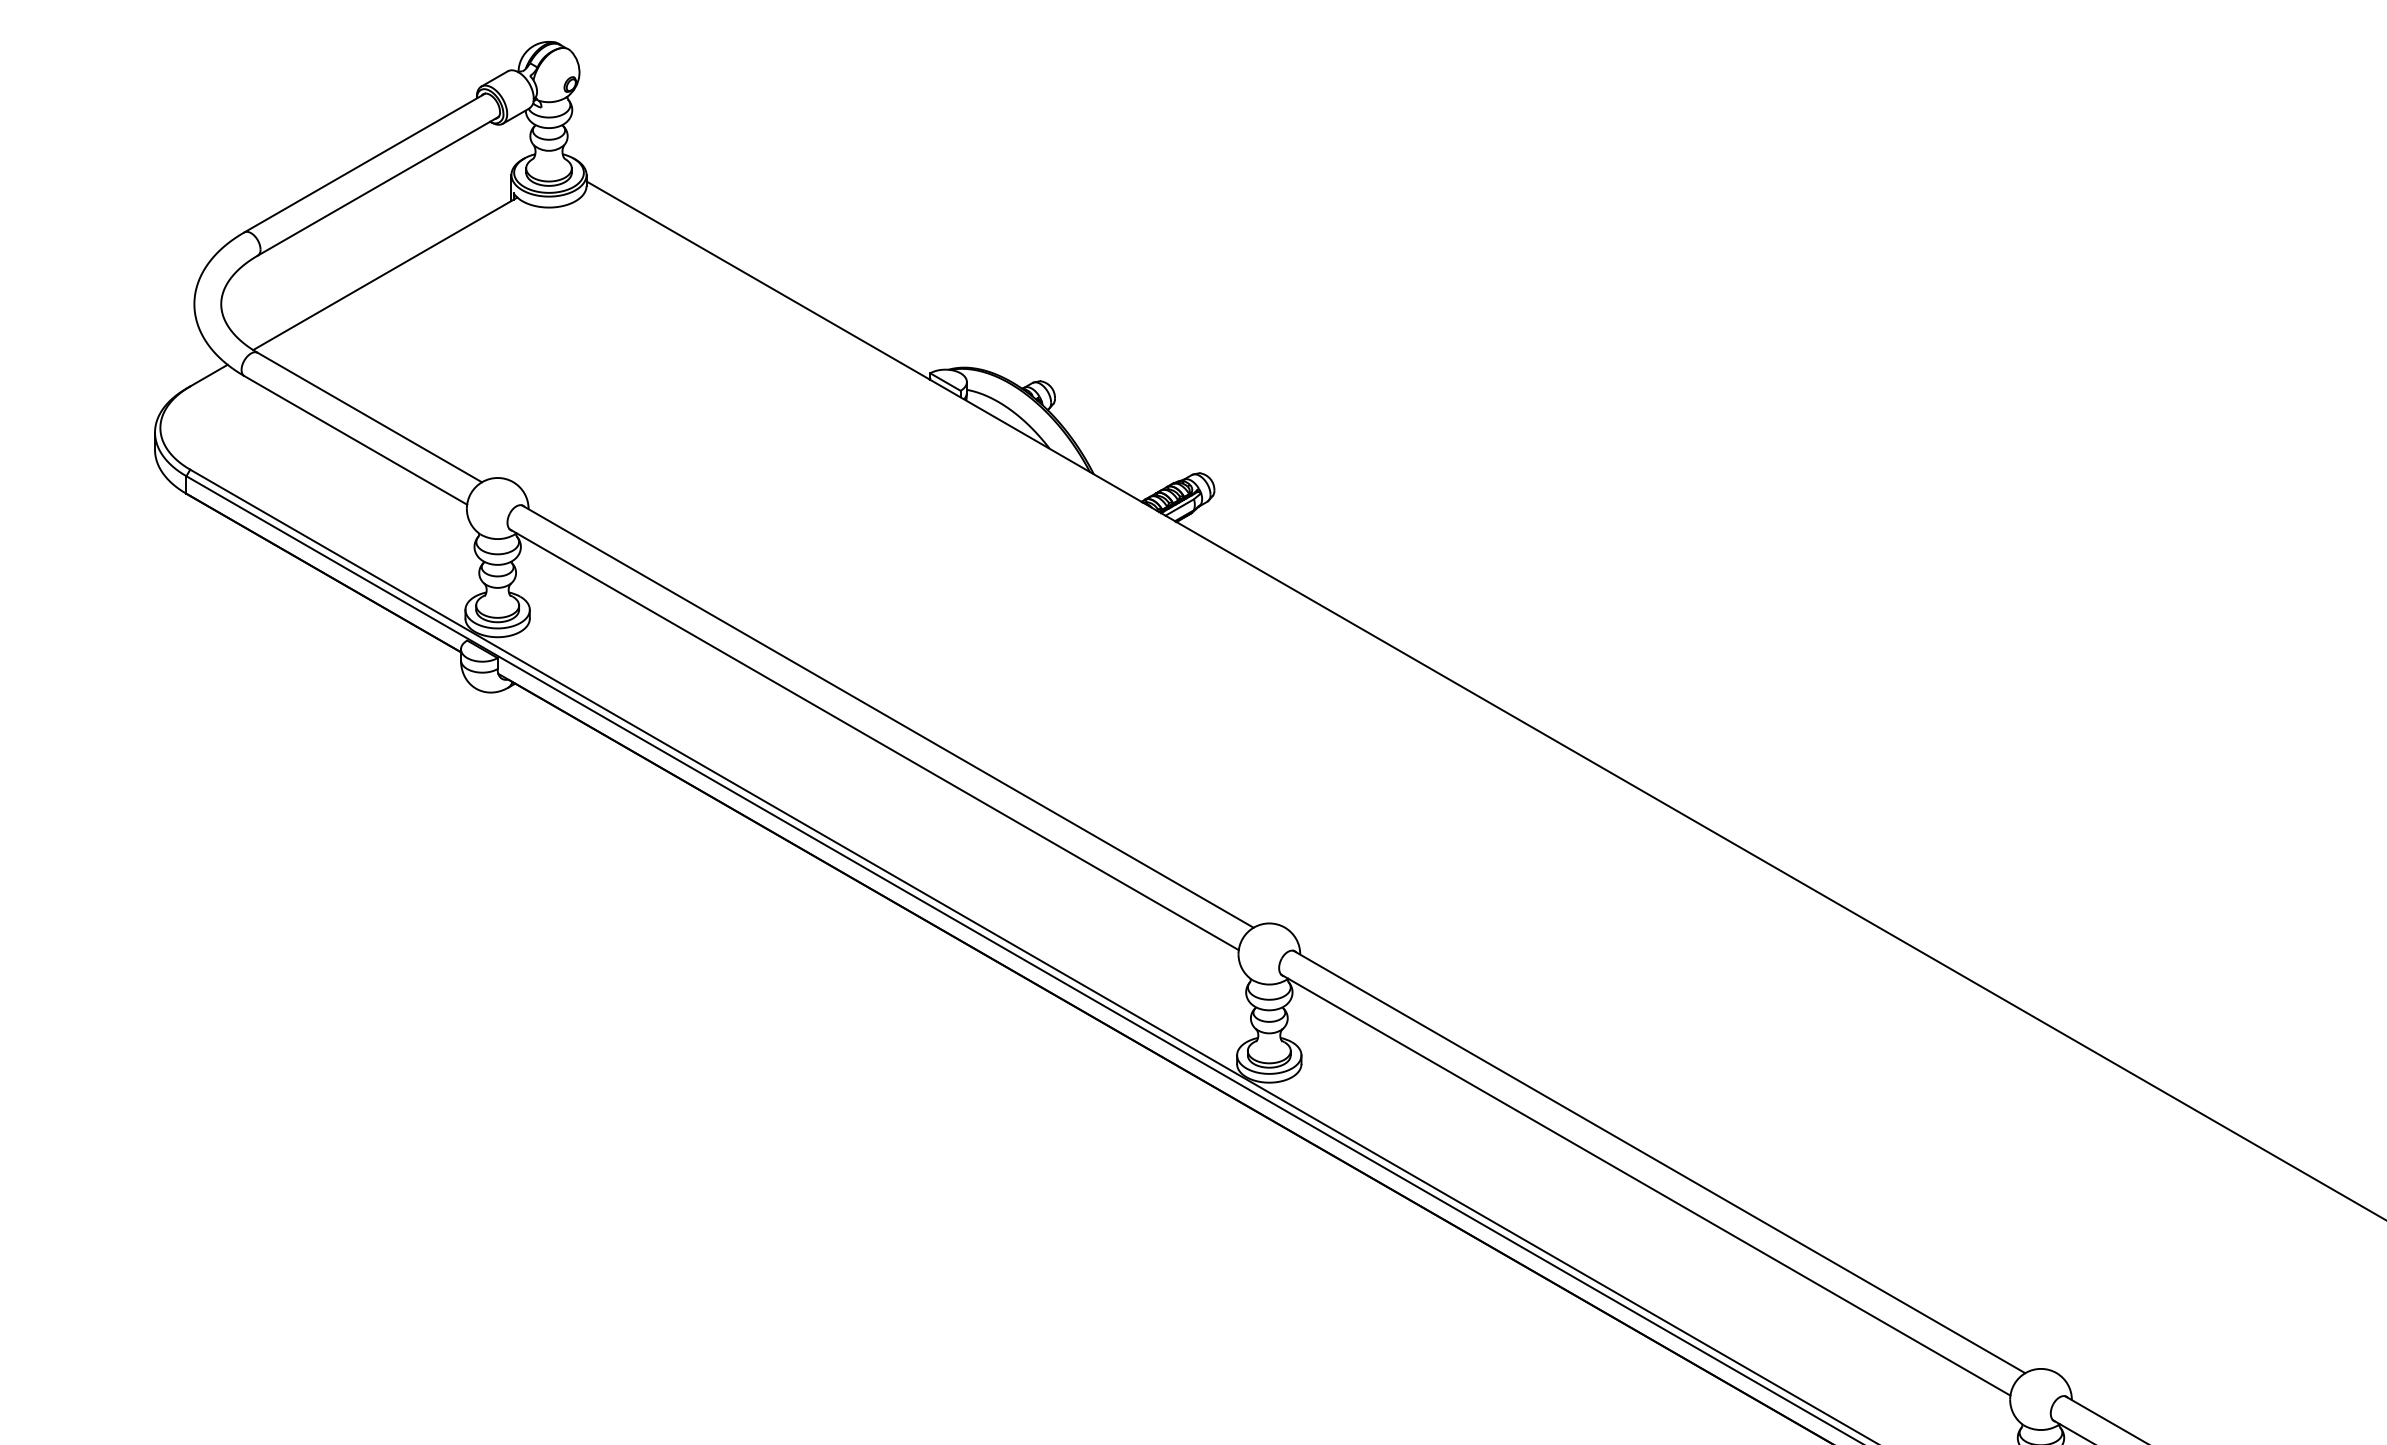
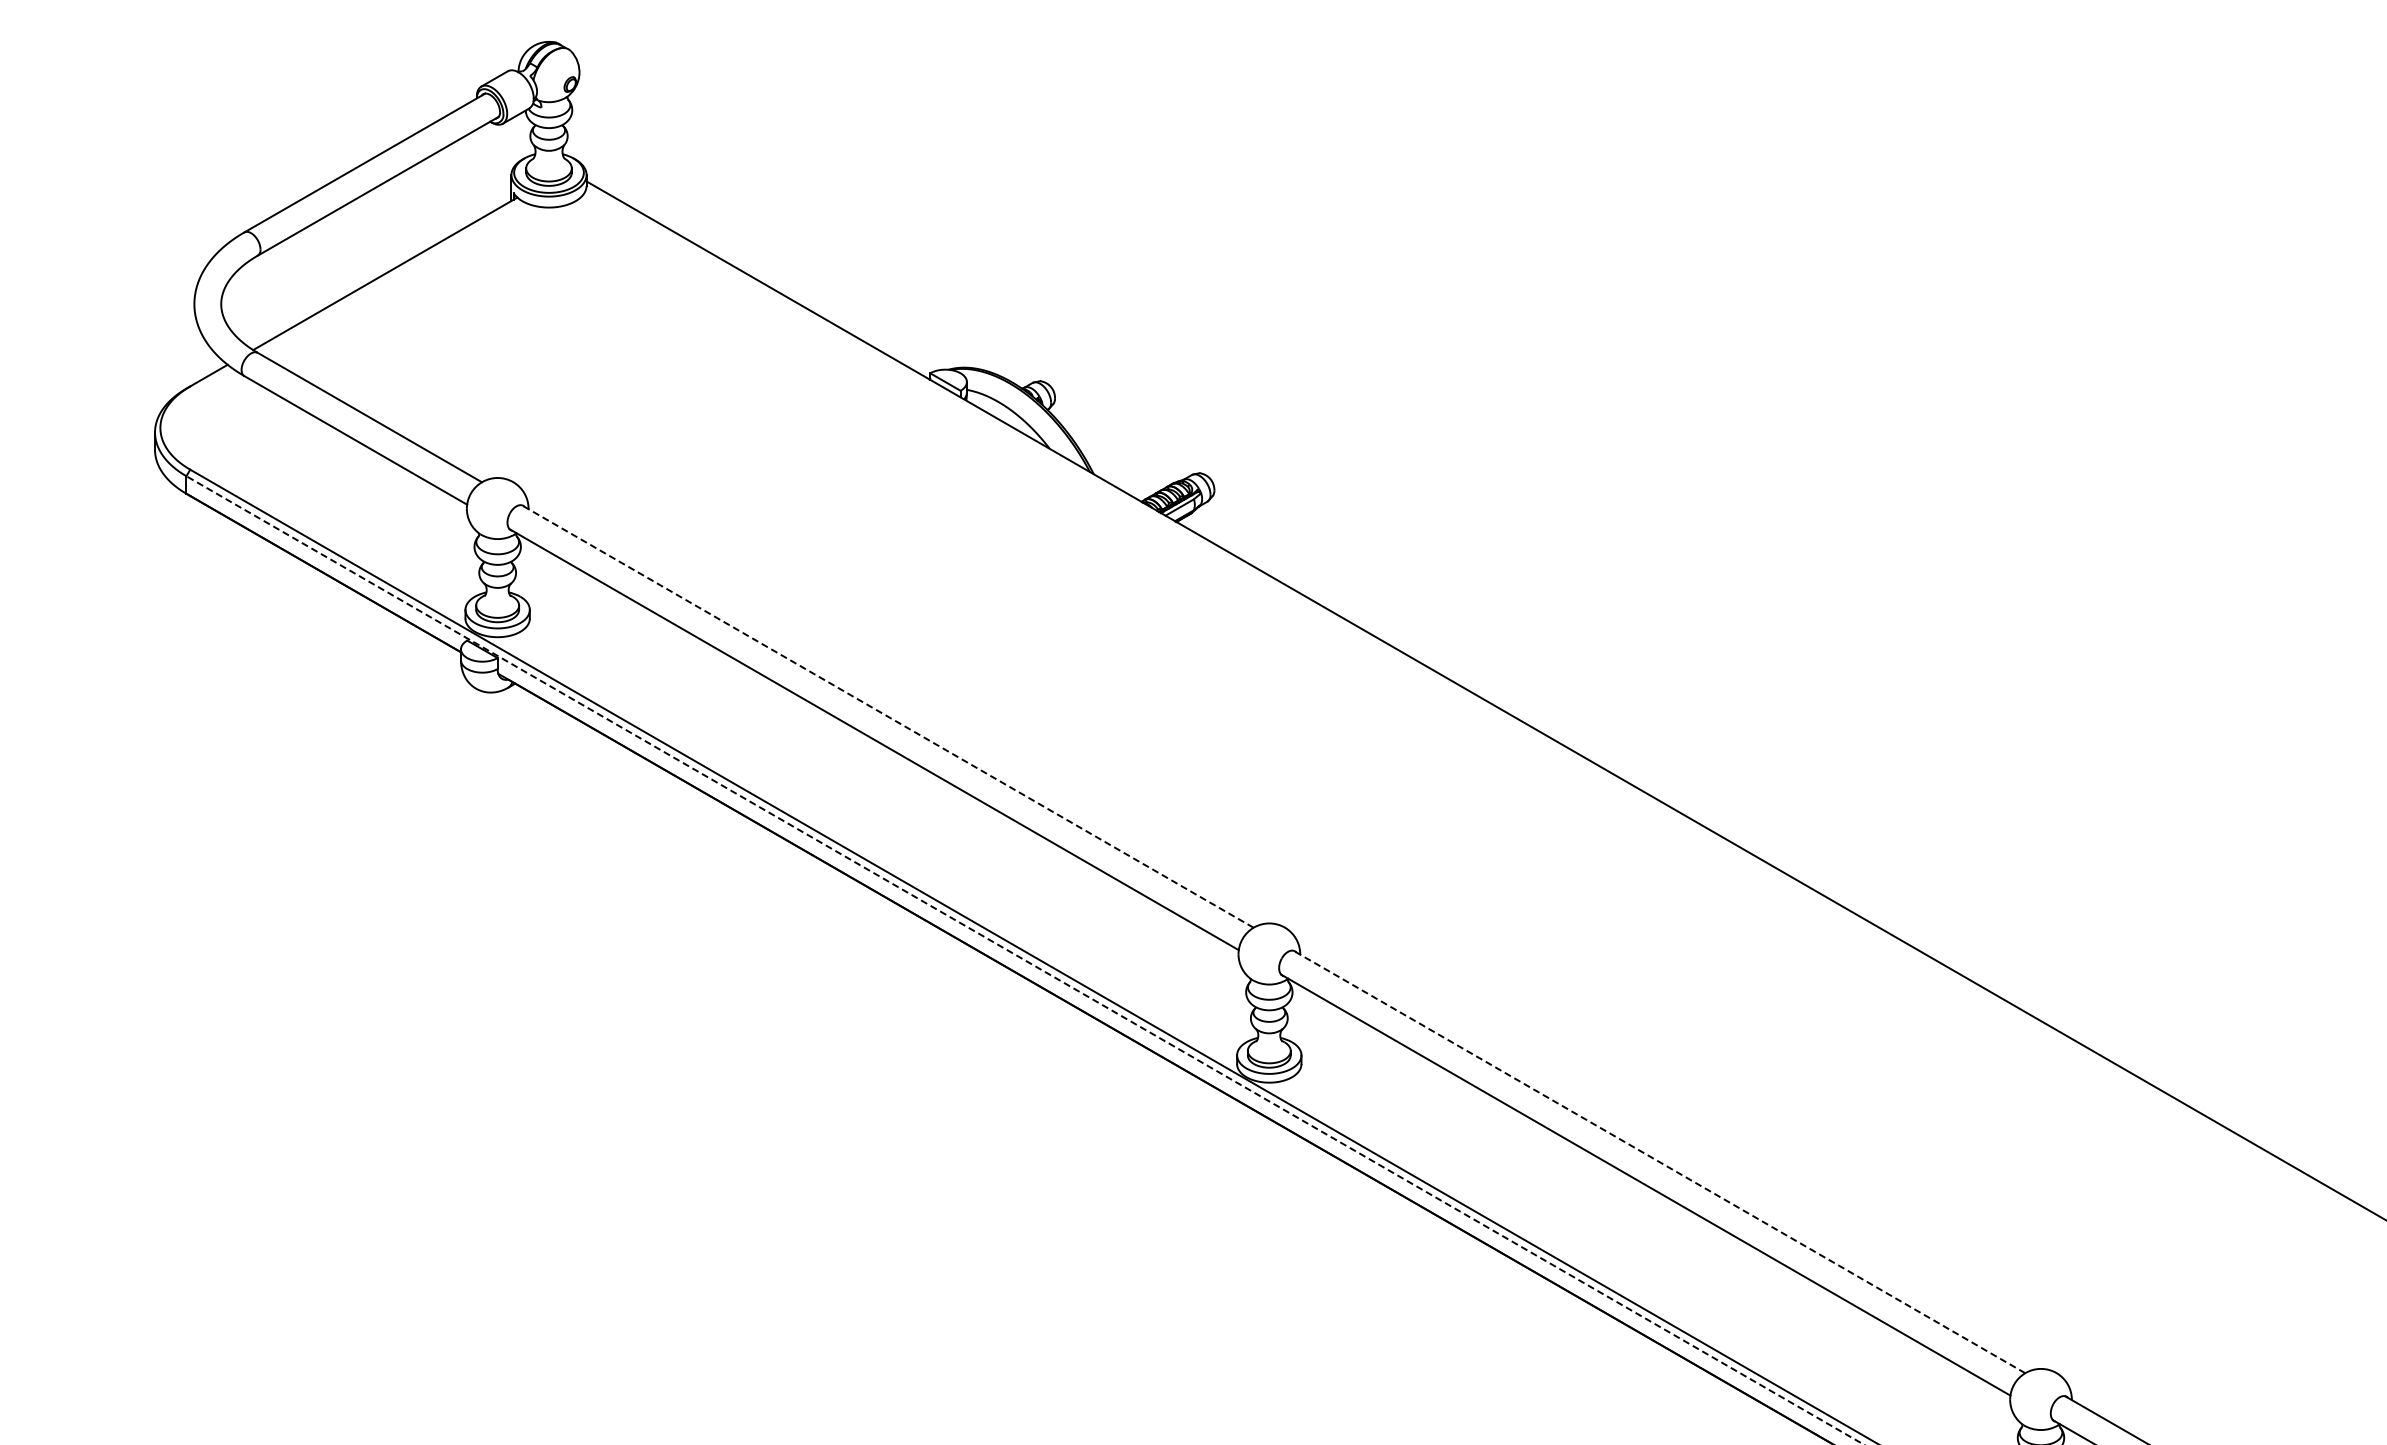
line at (887, 716): solid -> dashed
line at (1025, 960): solid -> dashed
line at (1658, 1161): solid -> dashed
